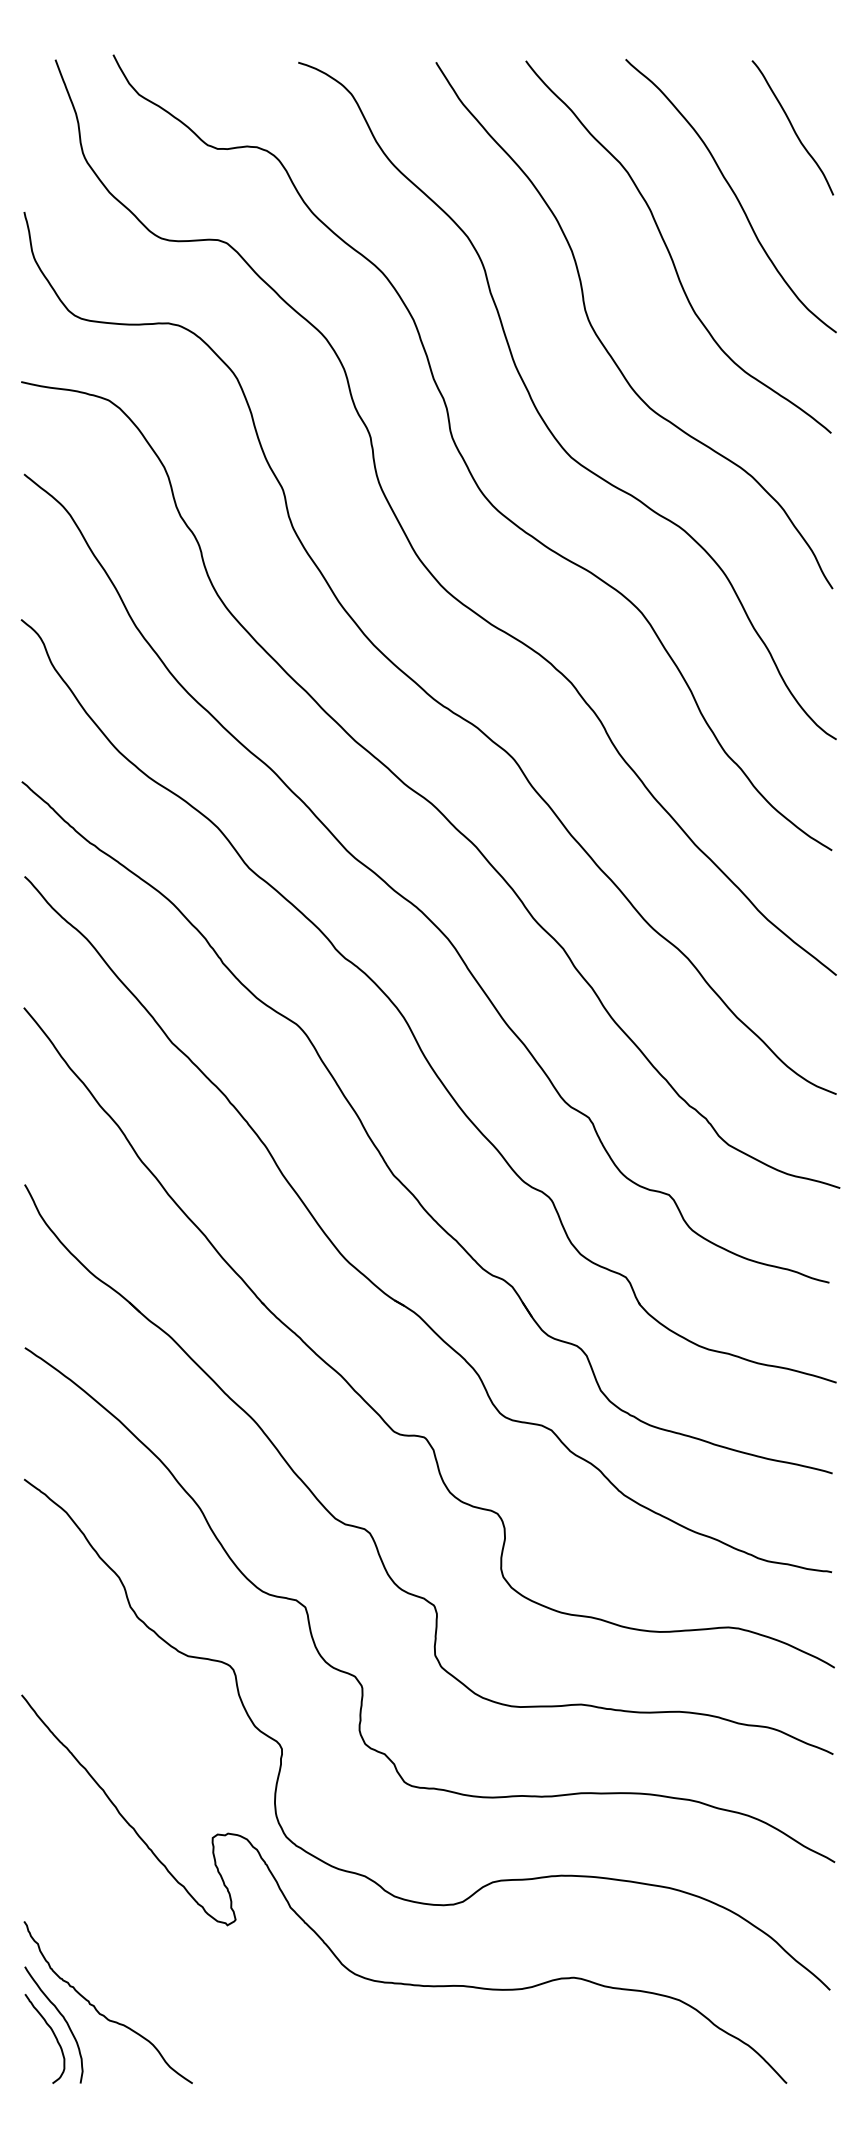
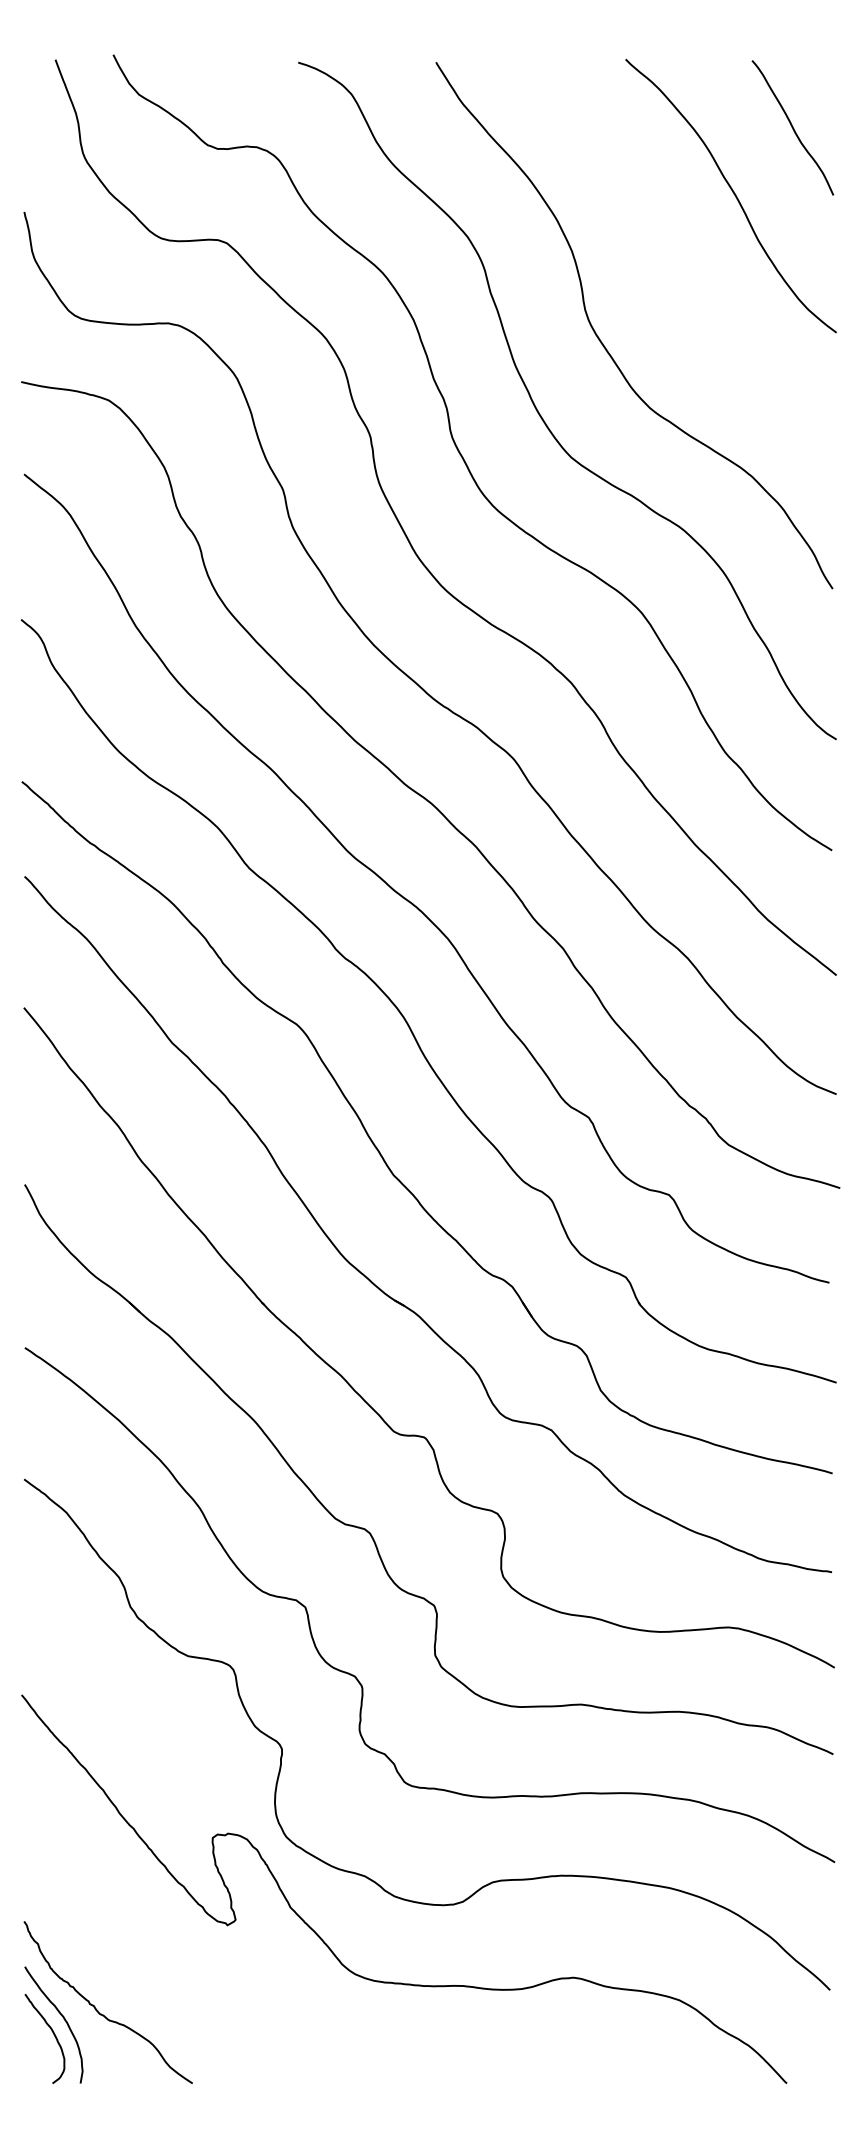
curve at (669, 250): present -> none
